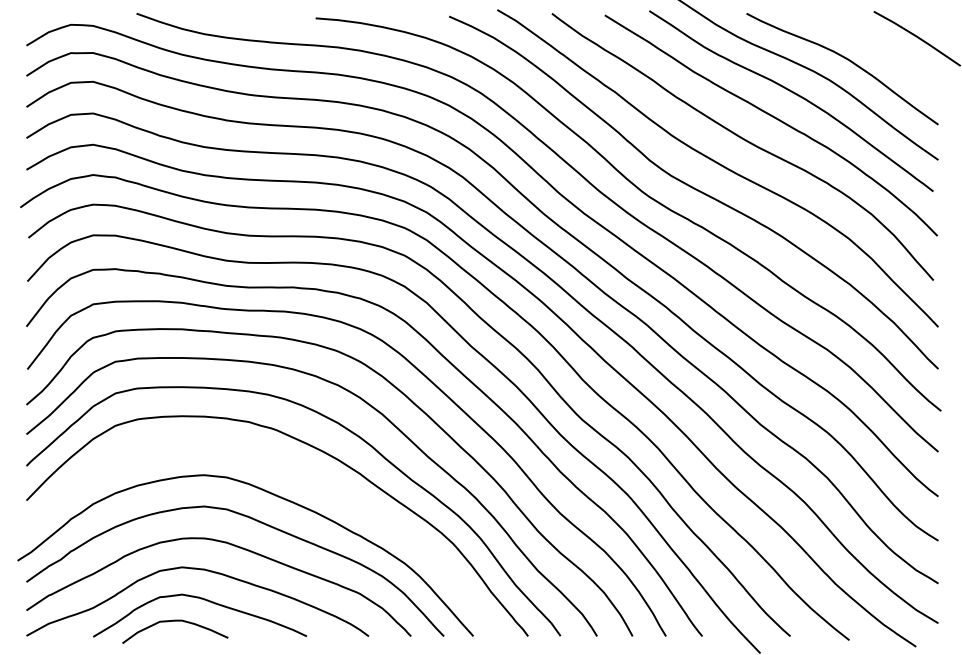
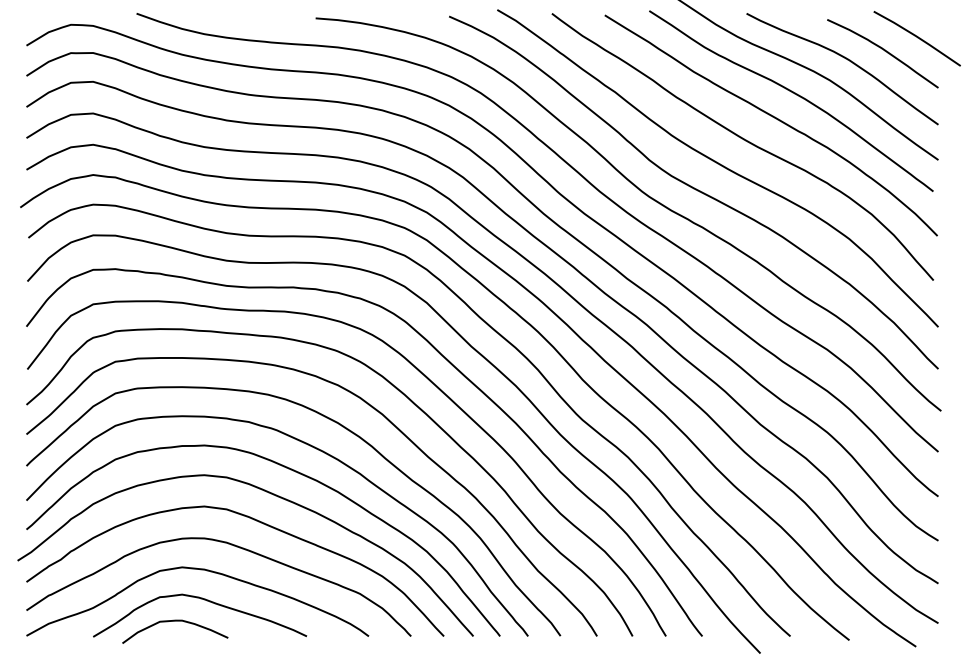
curve at (884, 51): none -> present
curve at (290, 470): none -> present
